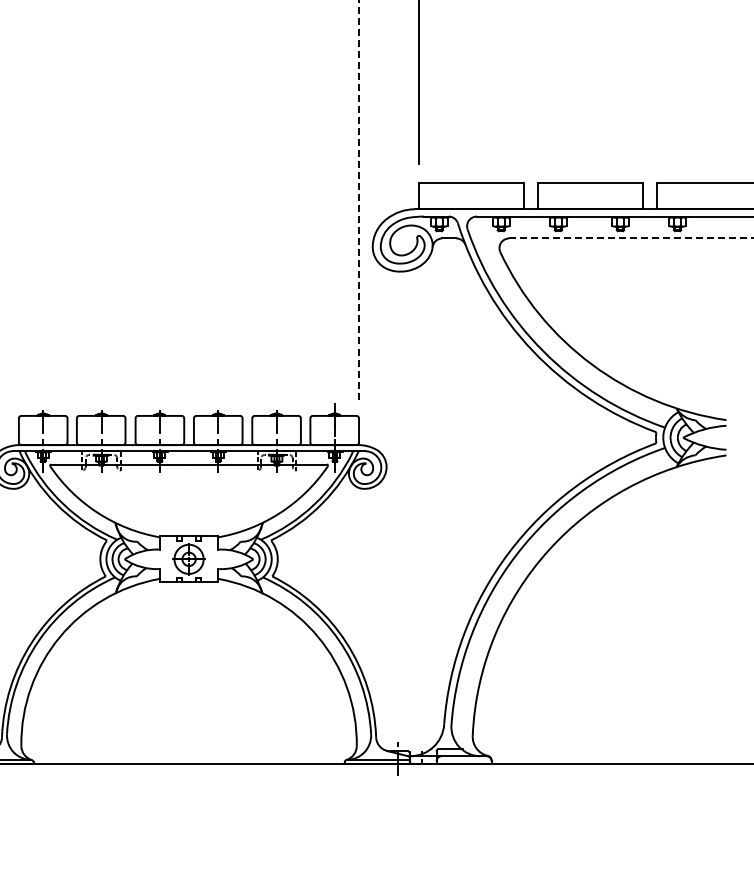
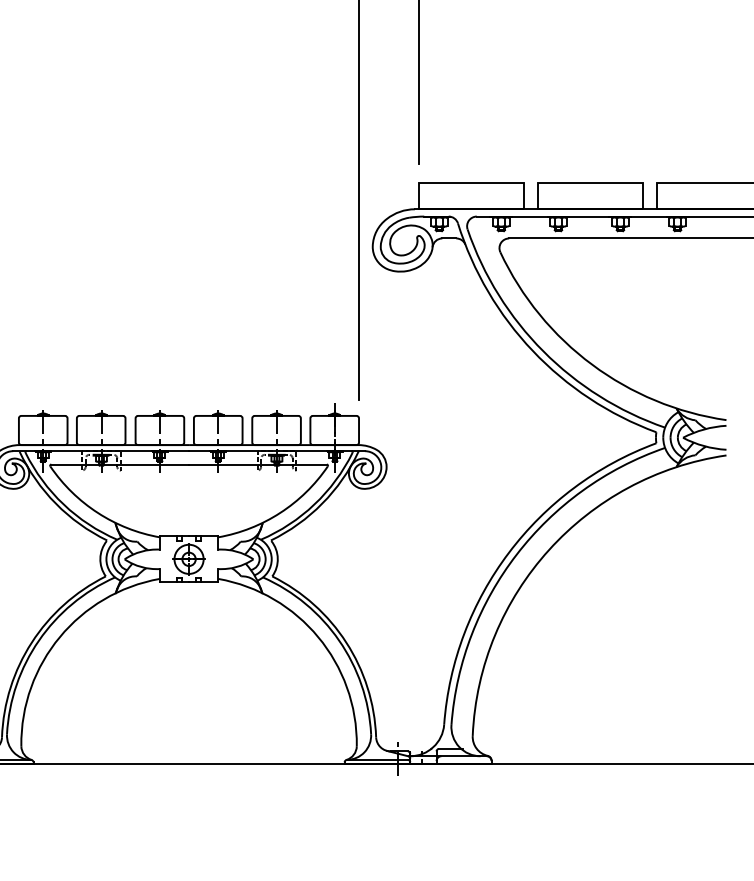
line at (359, 199): dashed -> solid
line at (631, 238): dashed -> solid
